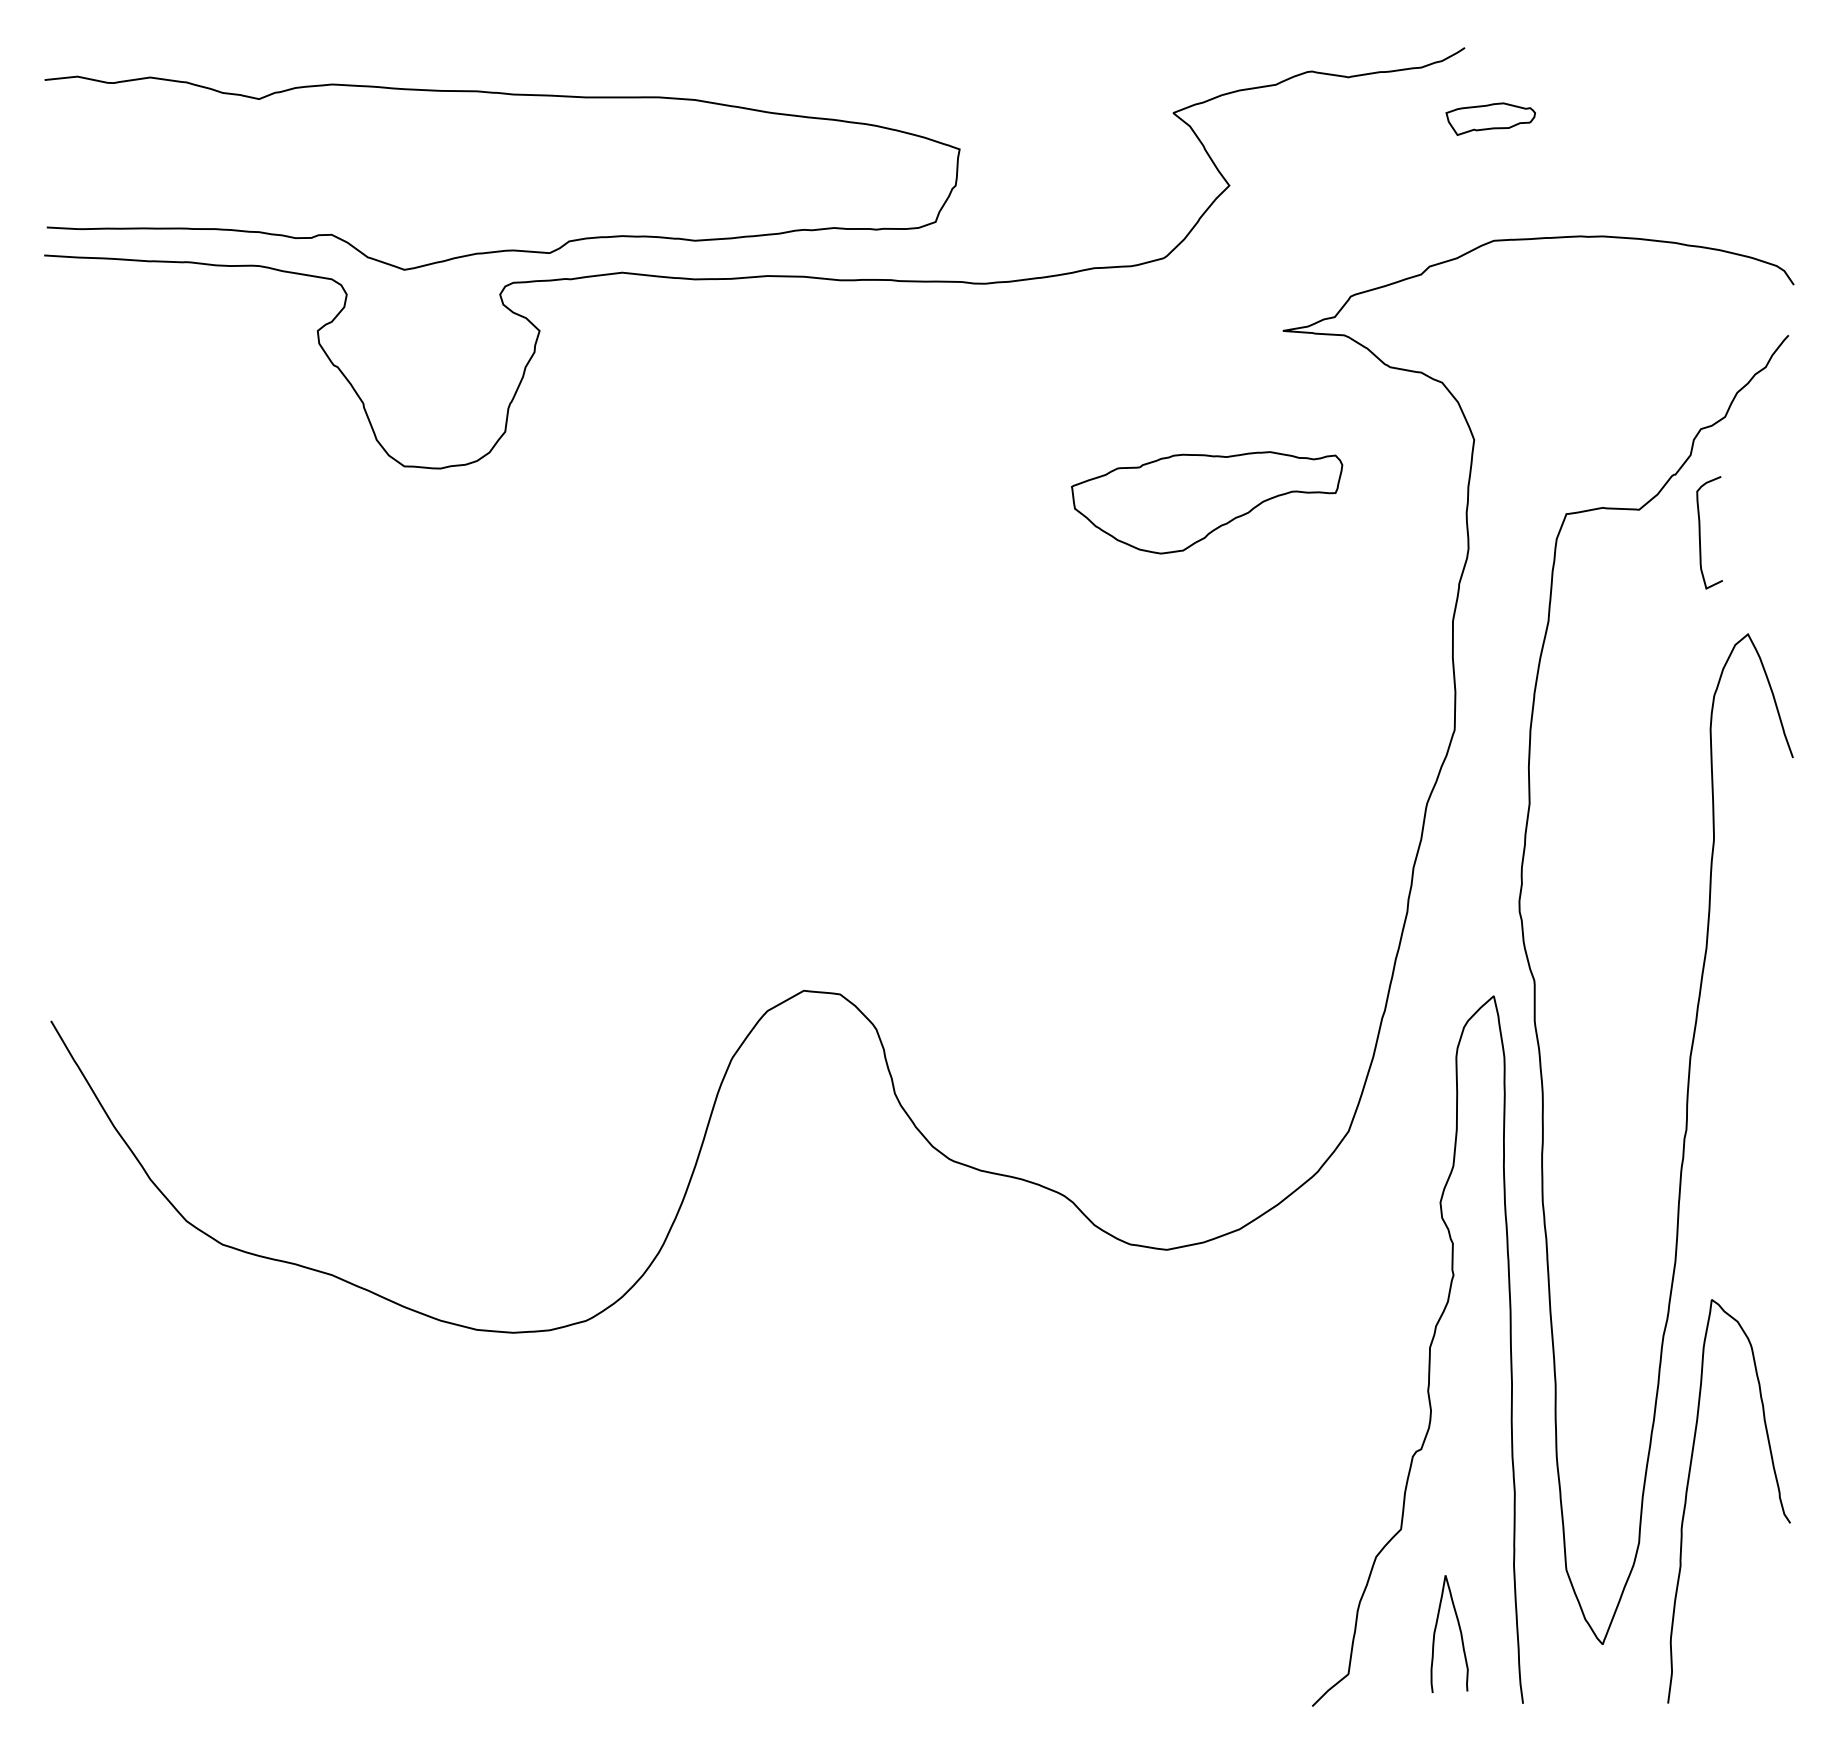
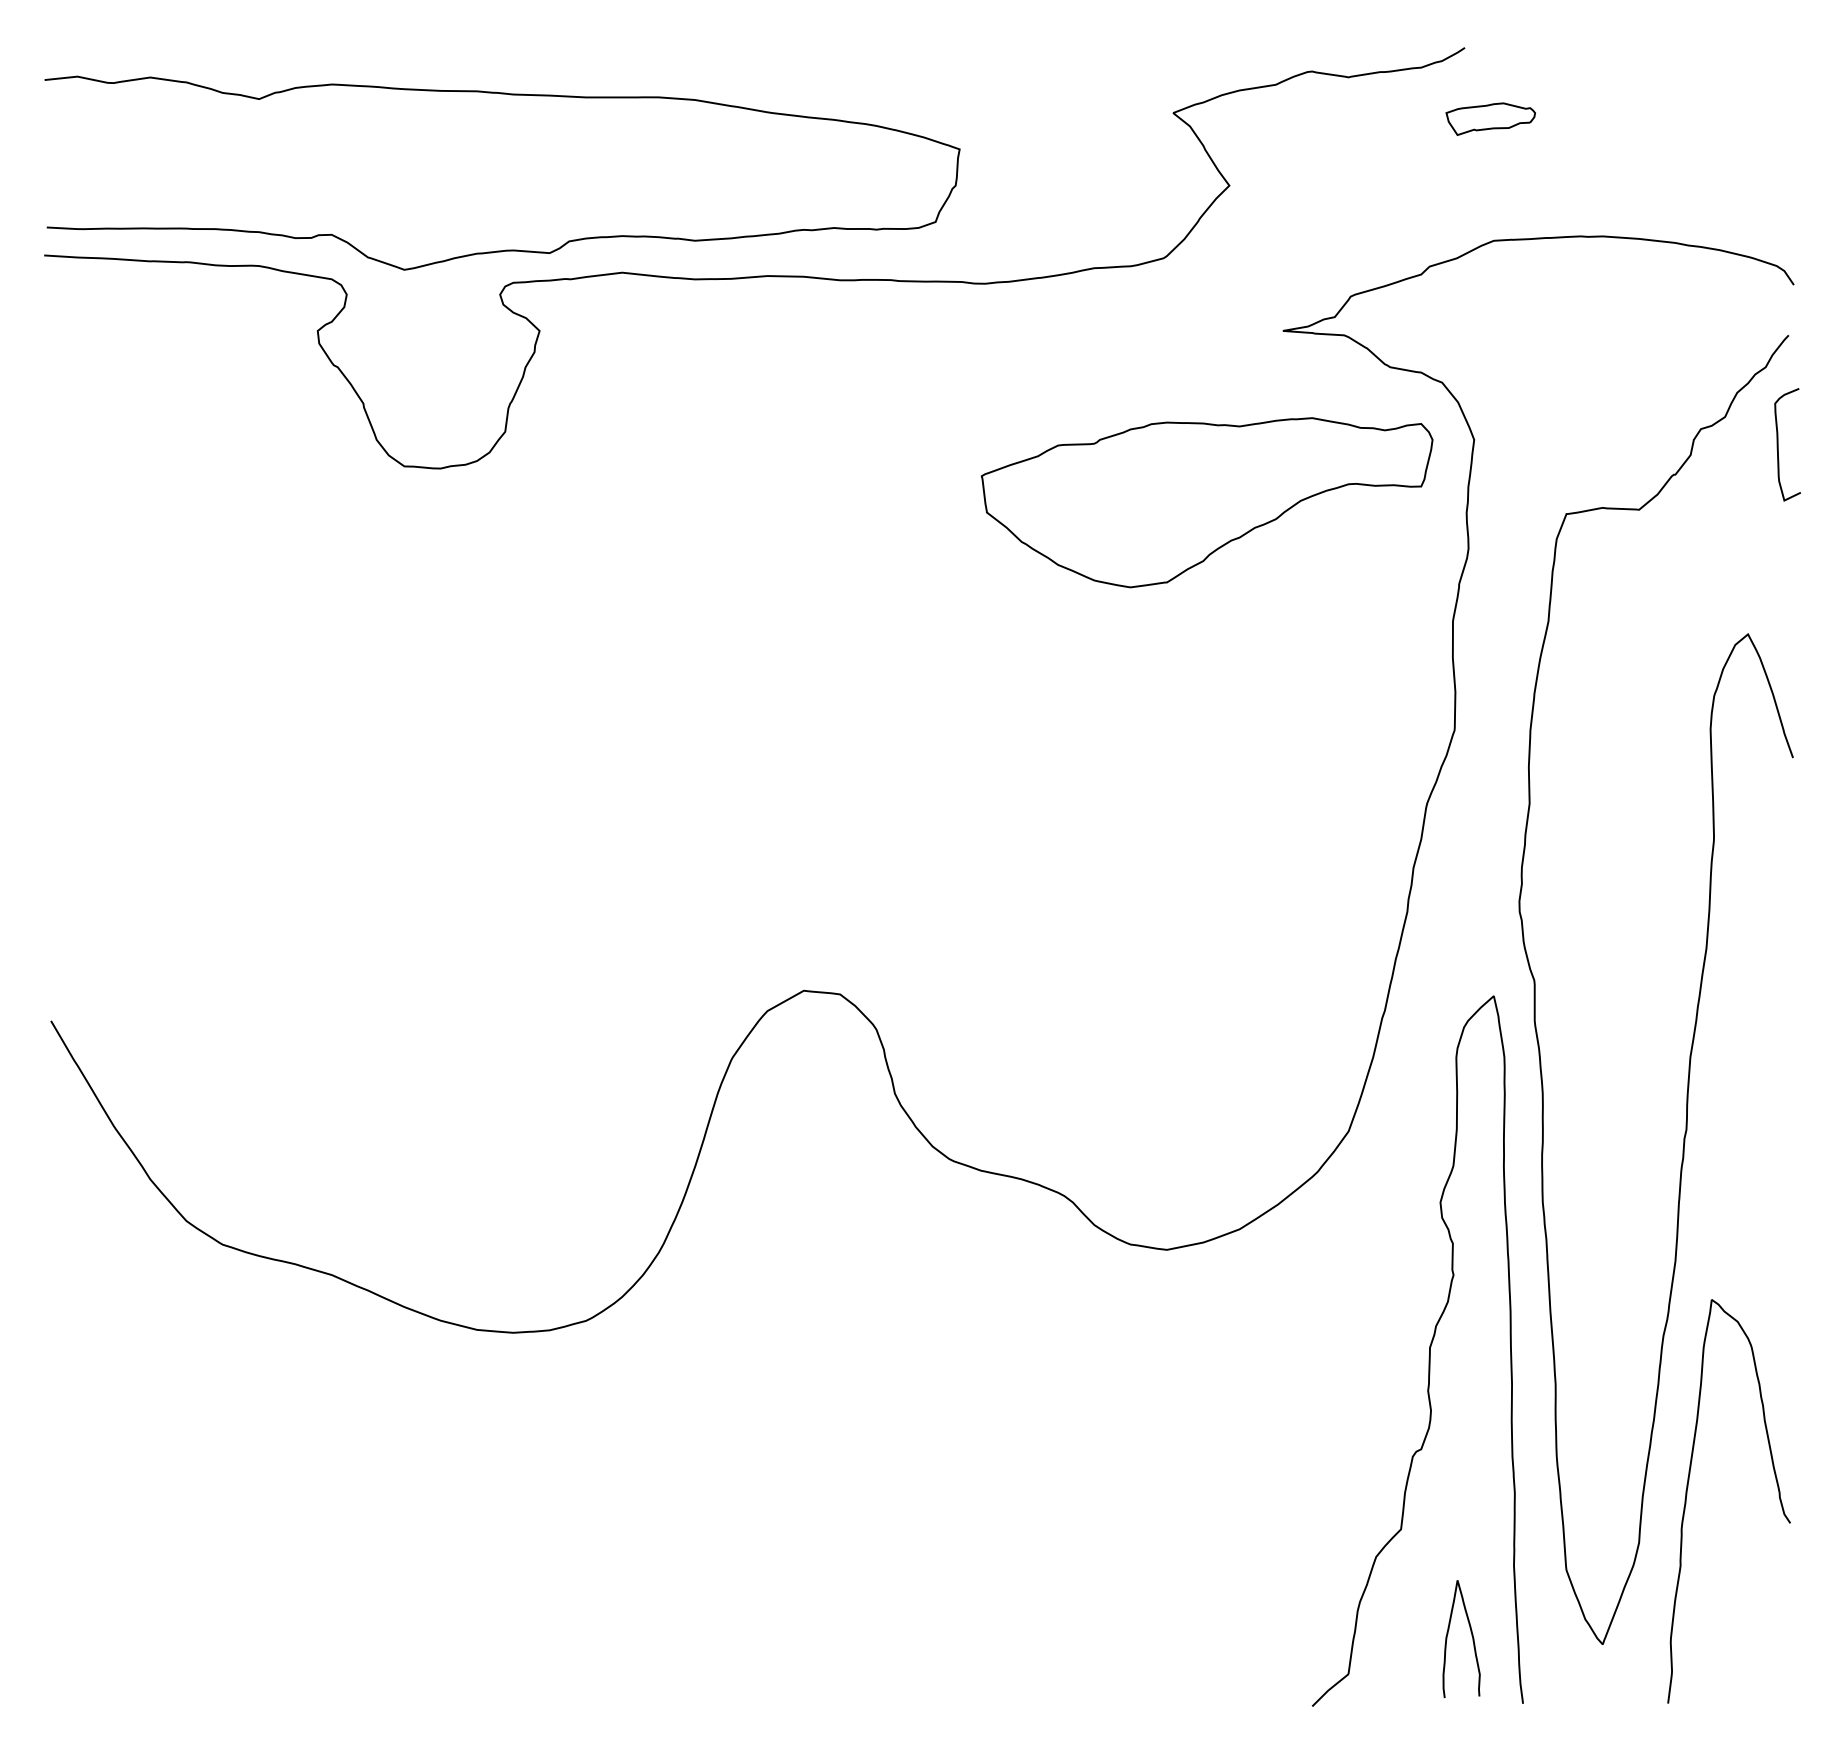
part at (1207, 502) size: 273x104 px -> 454x172 px
curve at (1700, 532) position: (1700, 532) -> (1778, 444)
curve at (1459, 1631) position: (1459, 1631) -> (1471, 1636)
